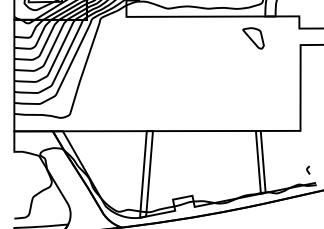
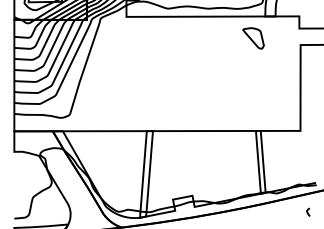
curve at (308, 168) position: (308, 168) -> (308, 210)
